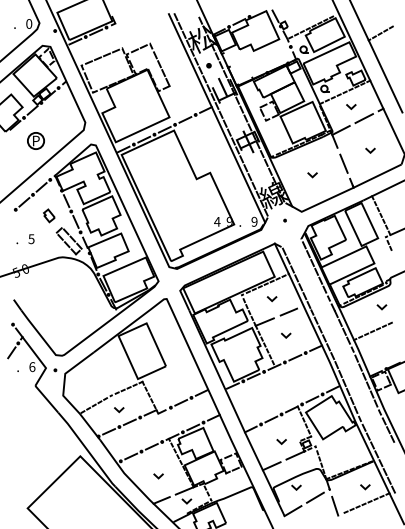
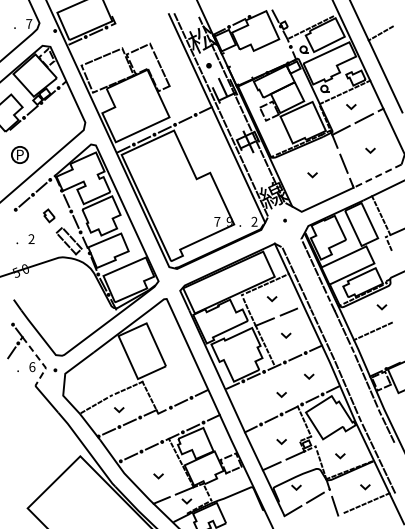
text at (29, 23): 0 -> 7
part at (35, 140) position: (35, 140) -> (19, 154)
line at (377, 176): solid -> dashed
text at (217, 221): 4 -> 7
text at (254, 221): 9 -> 2
text at (31, 239): 5 -> 2
line at (41, 361): solid -> dashed
line at (308, 376): none -> present
line at (280, 394): none -> present
line at (340, 456): none -> present
